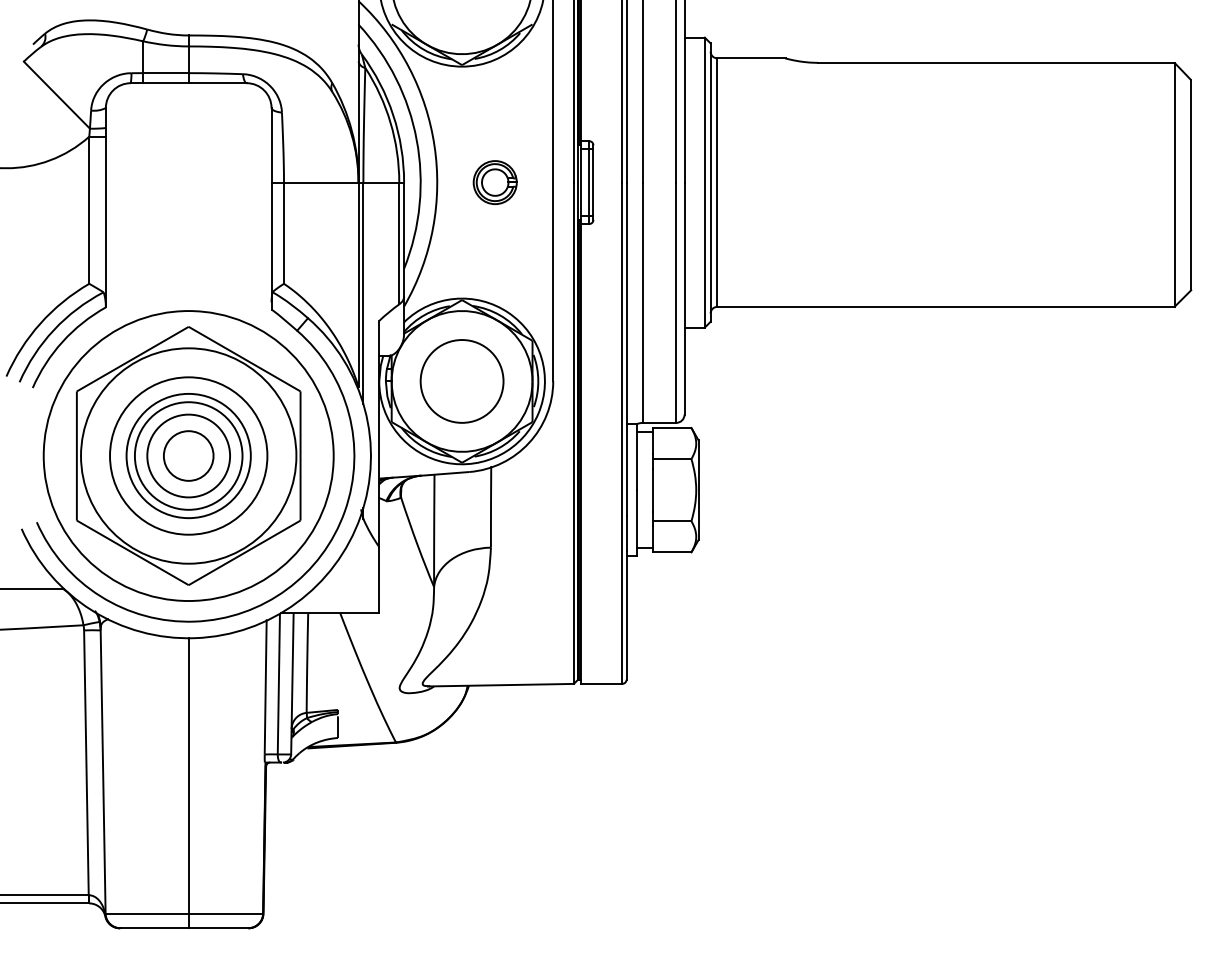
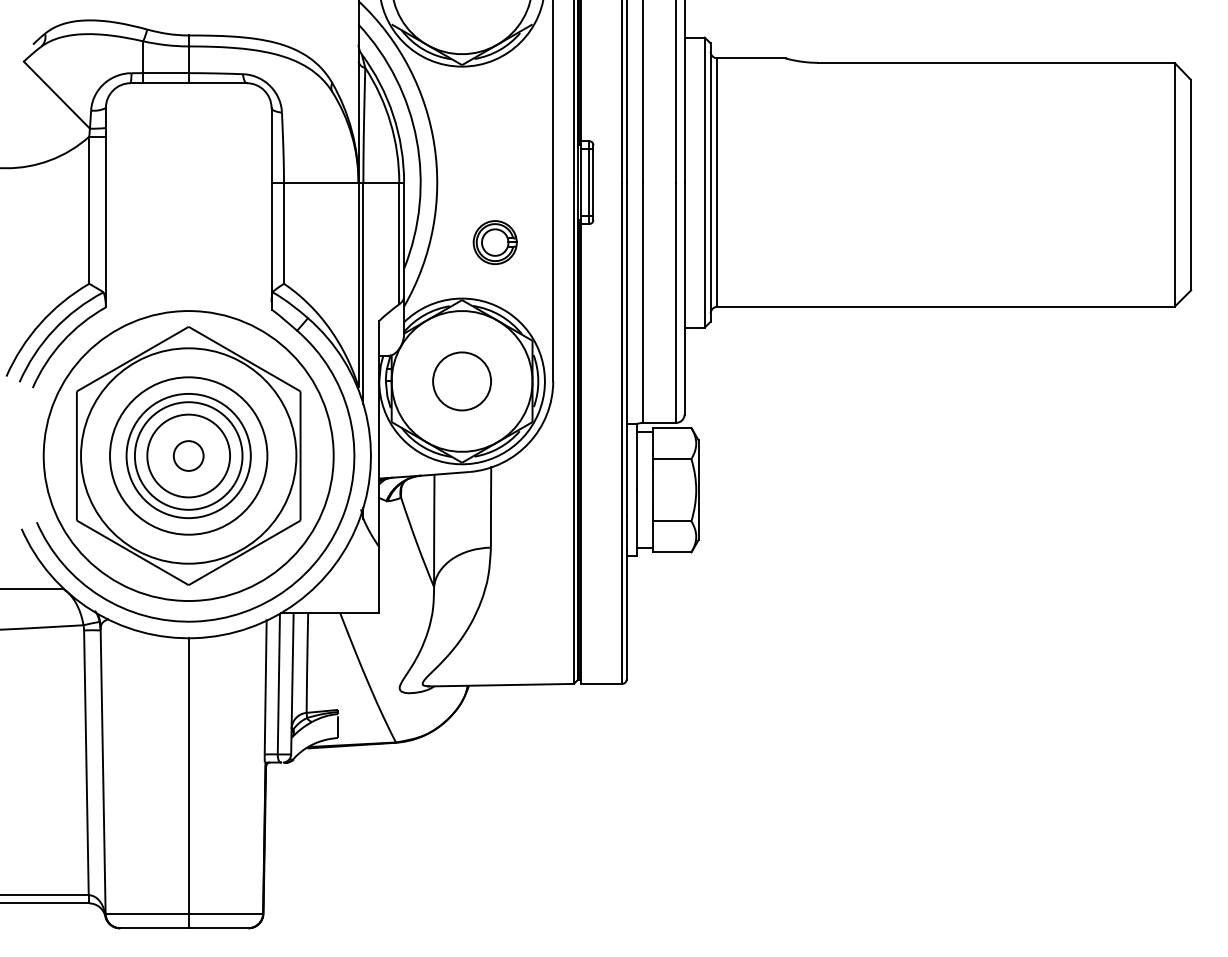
part at (494, 182) position: (494, 182) -> (494, 242)
circle at (461, 381) diameter: 83 px -> 58 px
circle at (188, 455) diameter: 50 px -> 30 px
